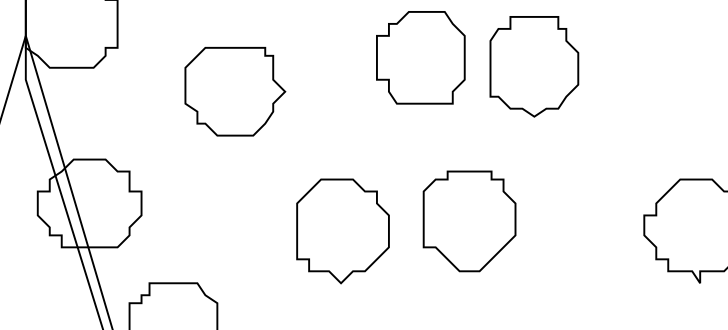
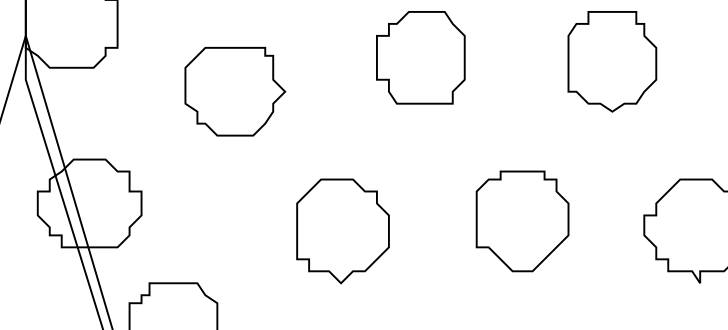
part at (534, 66) position: (534, 66) -> (612, 61)
part at (469, 221) position: (469, 221) -> (522, 221)
